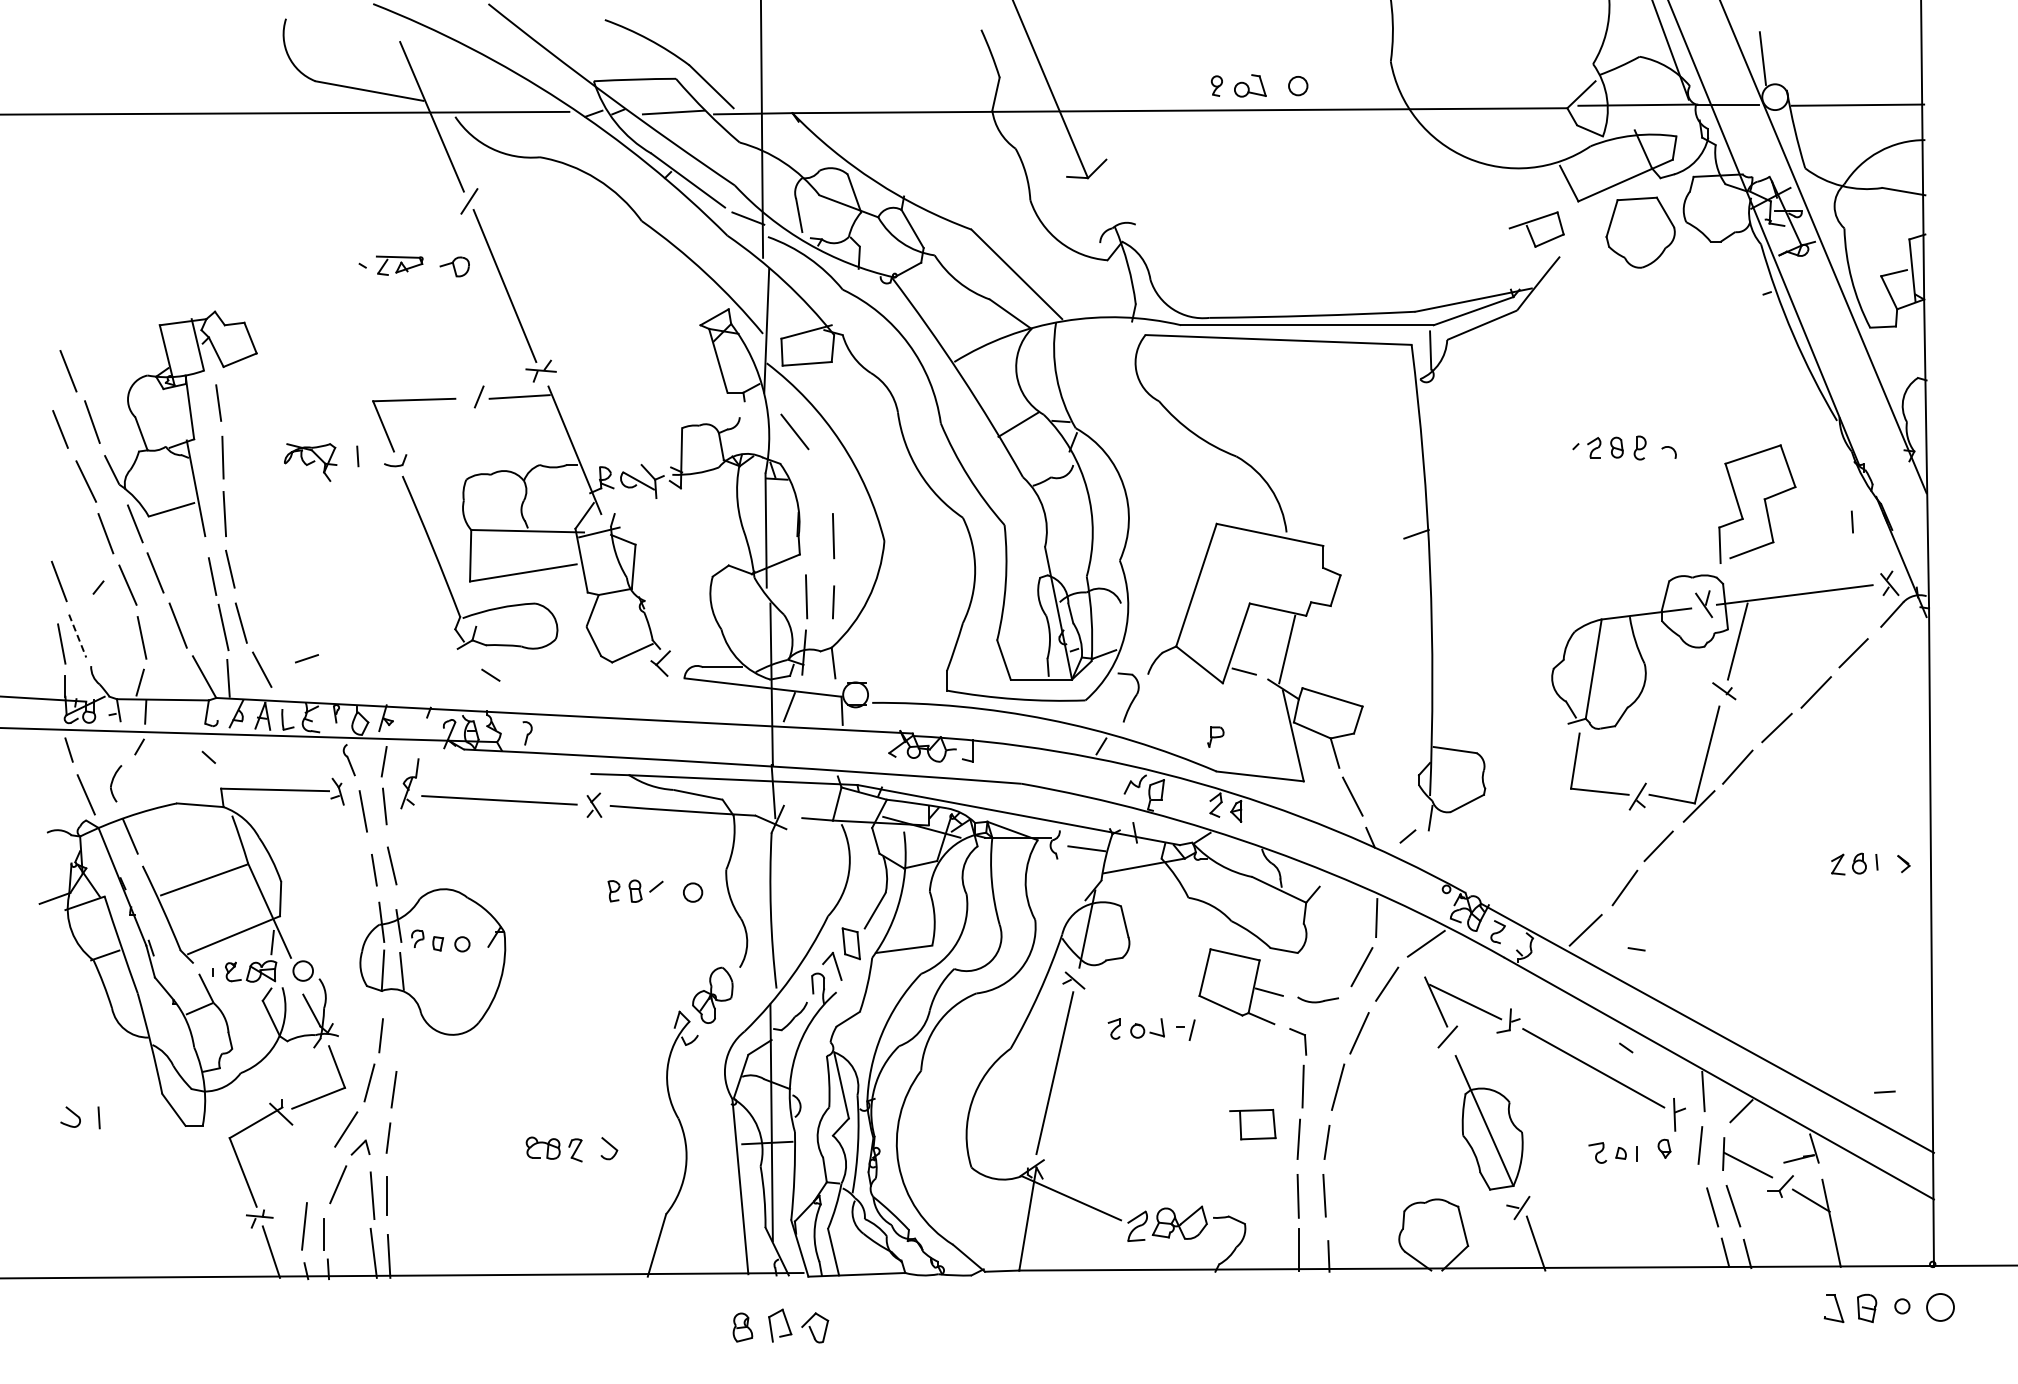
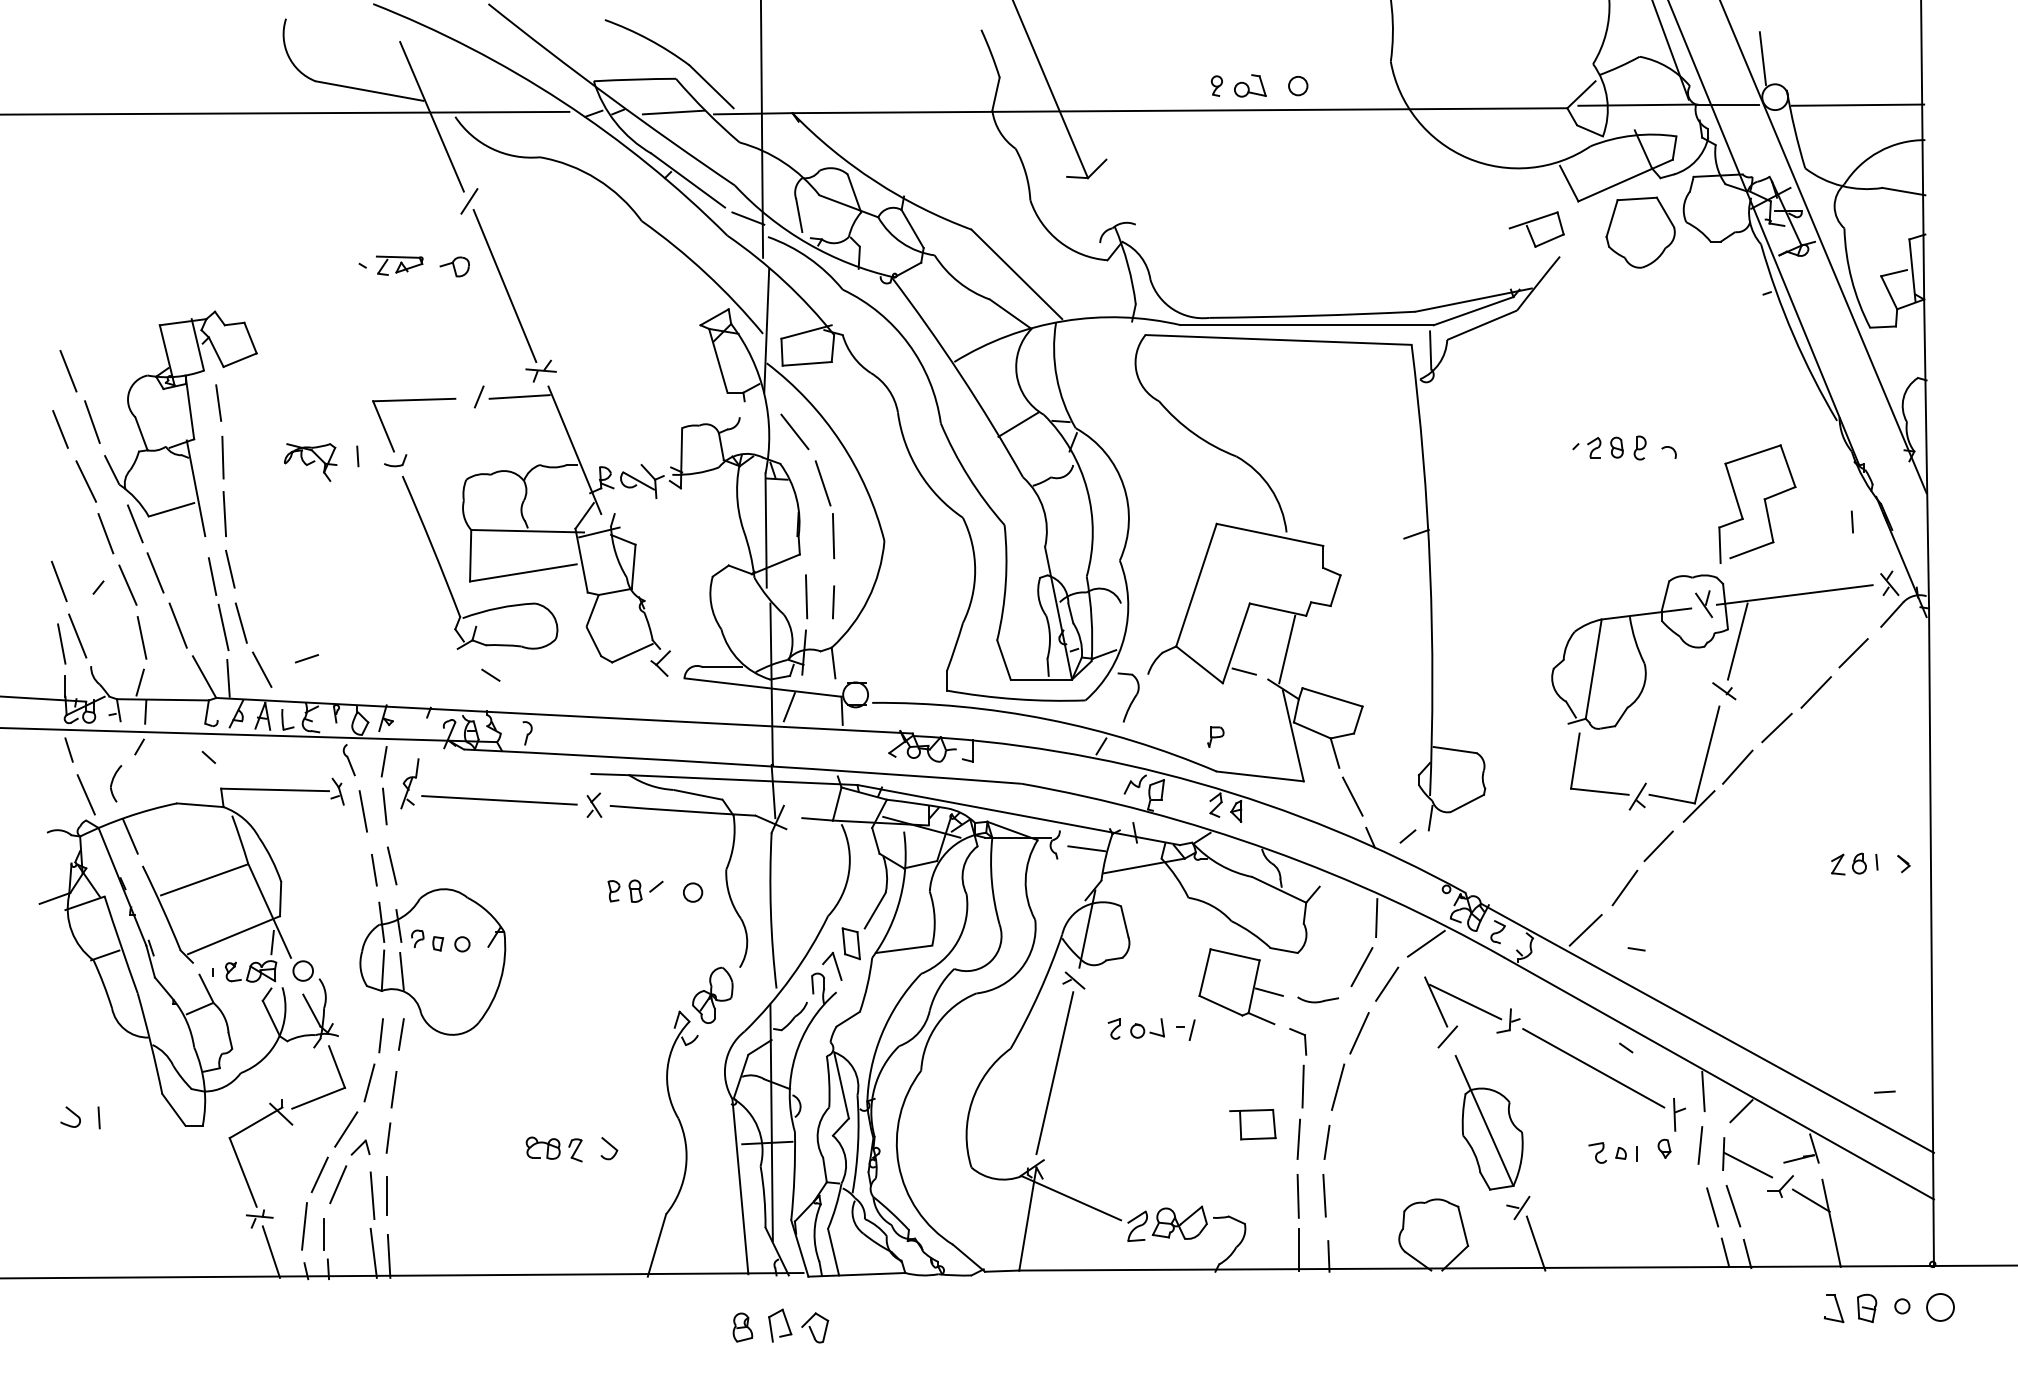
line at (822, 483): none -> present
line at (77, 636): dashed -> solid
line at (401, 1034): none -> present
line at (319, 1174): none -> present
